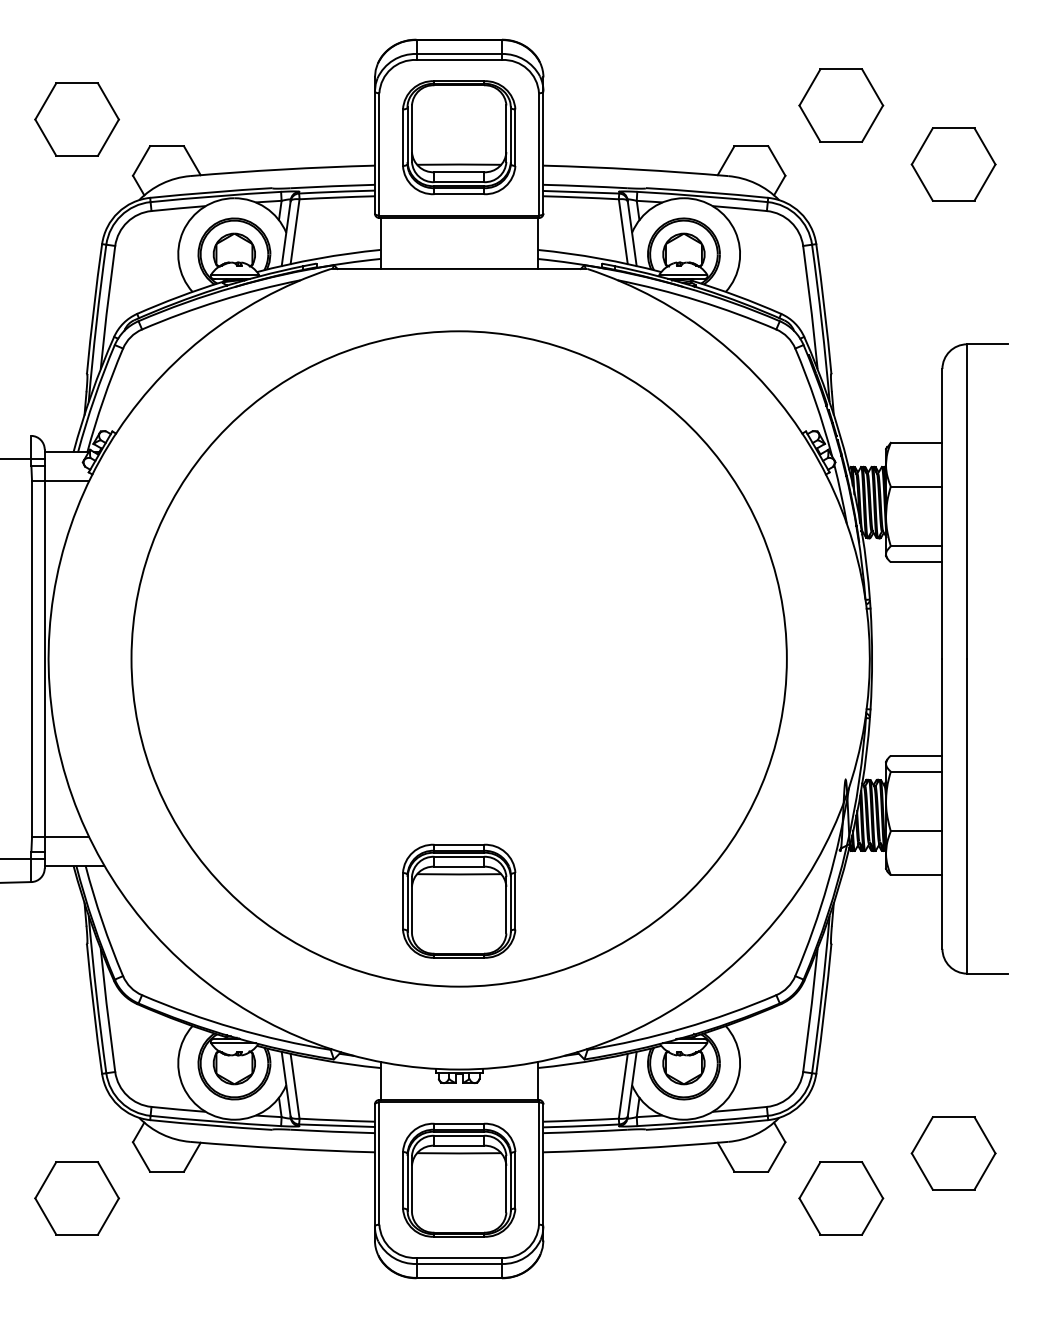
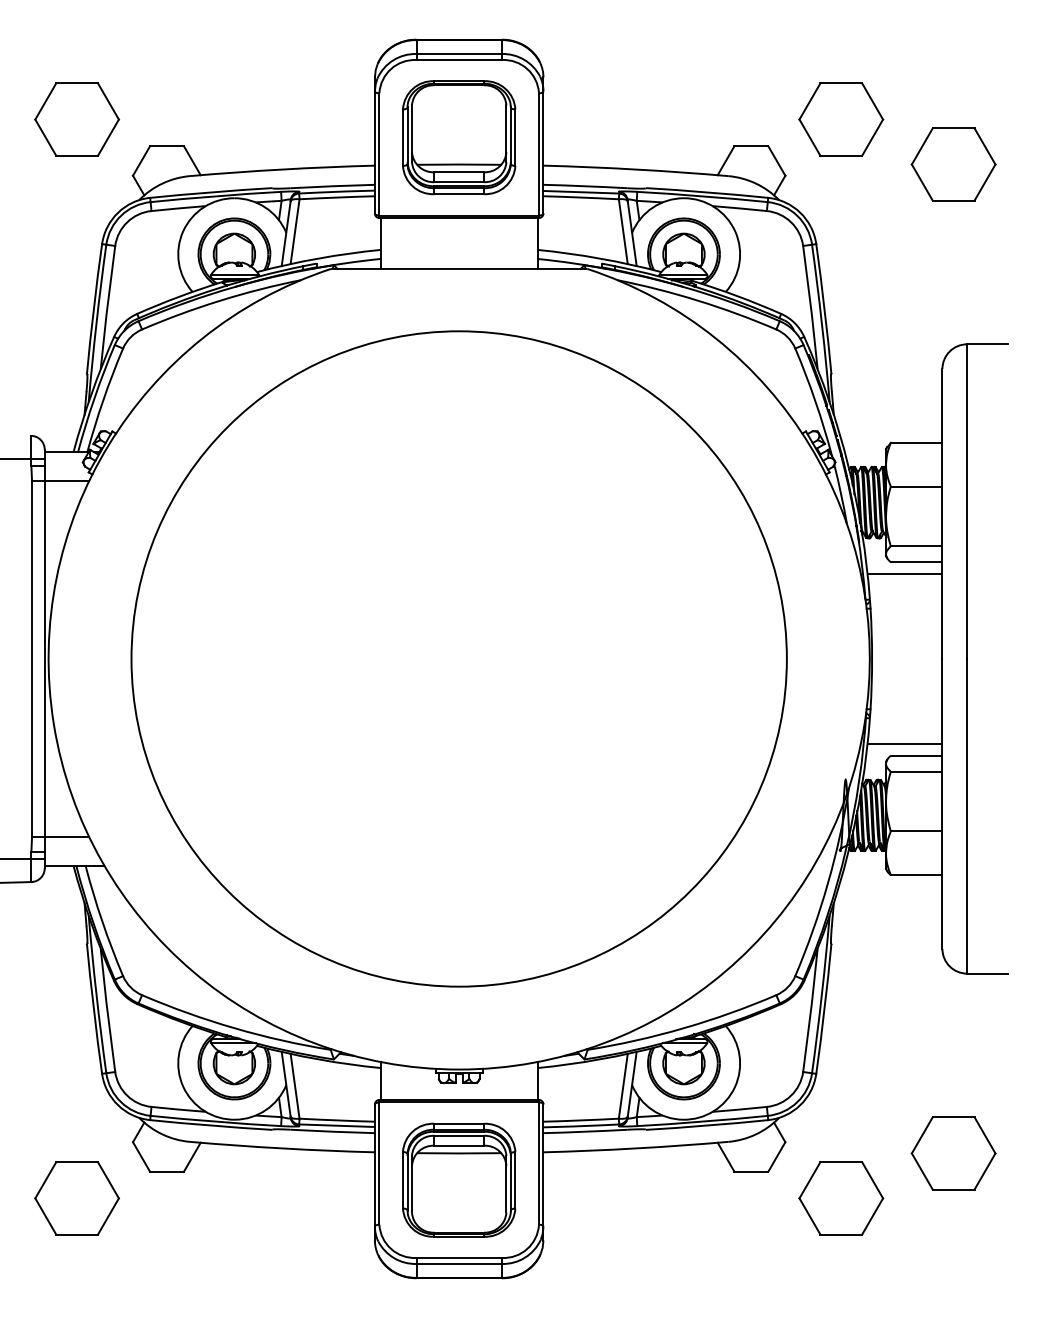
part at (841, 105) position: (841, 105) -> (841, 119)
line at (904, 573): none -> present
line at (904, 744): none -> present
part at (459, 900): present -> none
